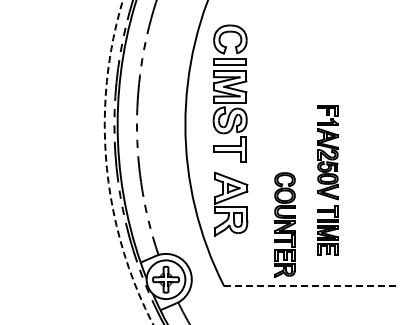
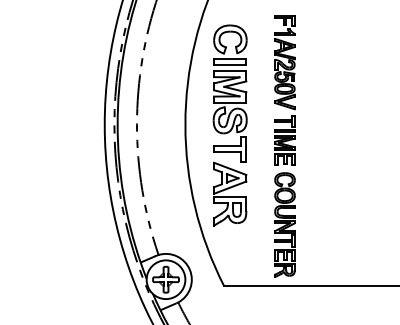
arc at (106, 165): dashed -> solid
part at (327, 180) position: (327, 180) -> (284, 90)
part at (231, 203) position: (231, 203) -> (230, 193)
line at (312, 286): dashed -> solid
